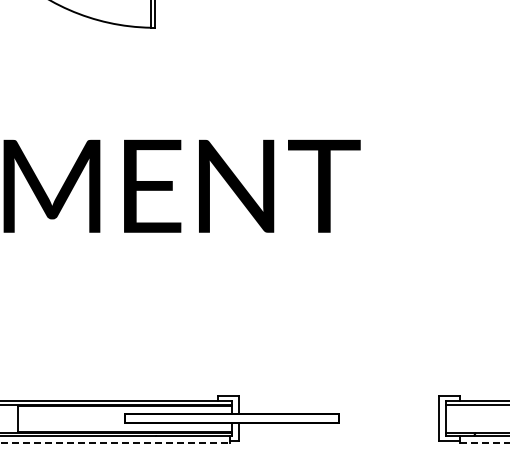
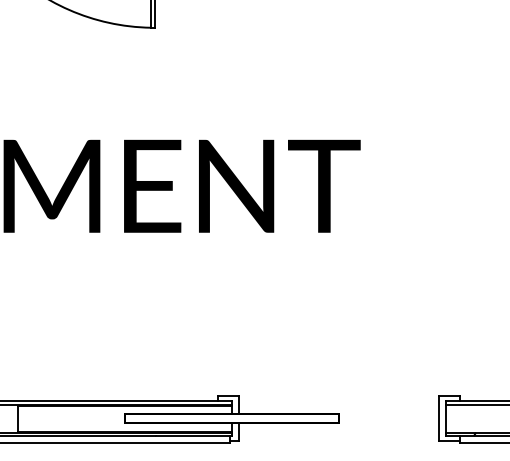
line at (115, 443): dashed -> solid
line at (484, 443): dashed -> solid
